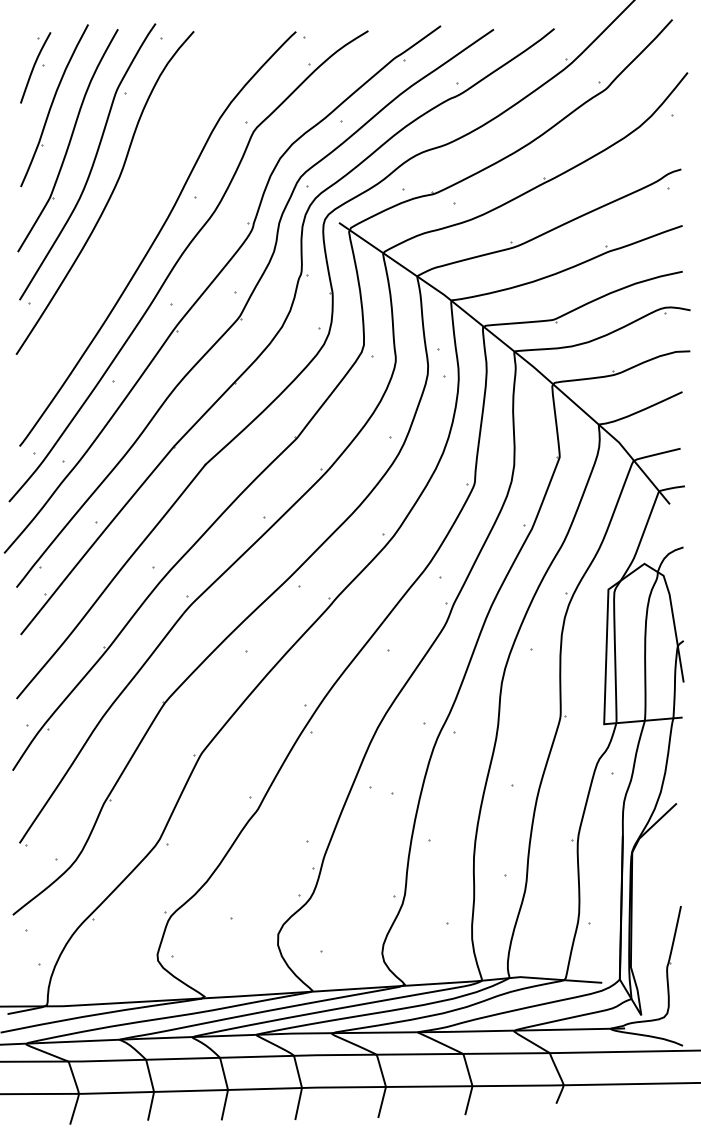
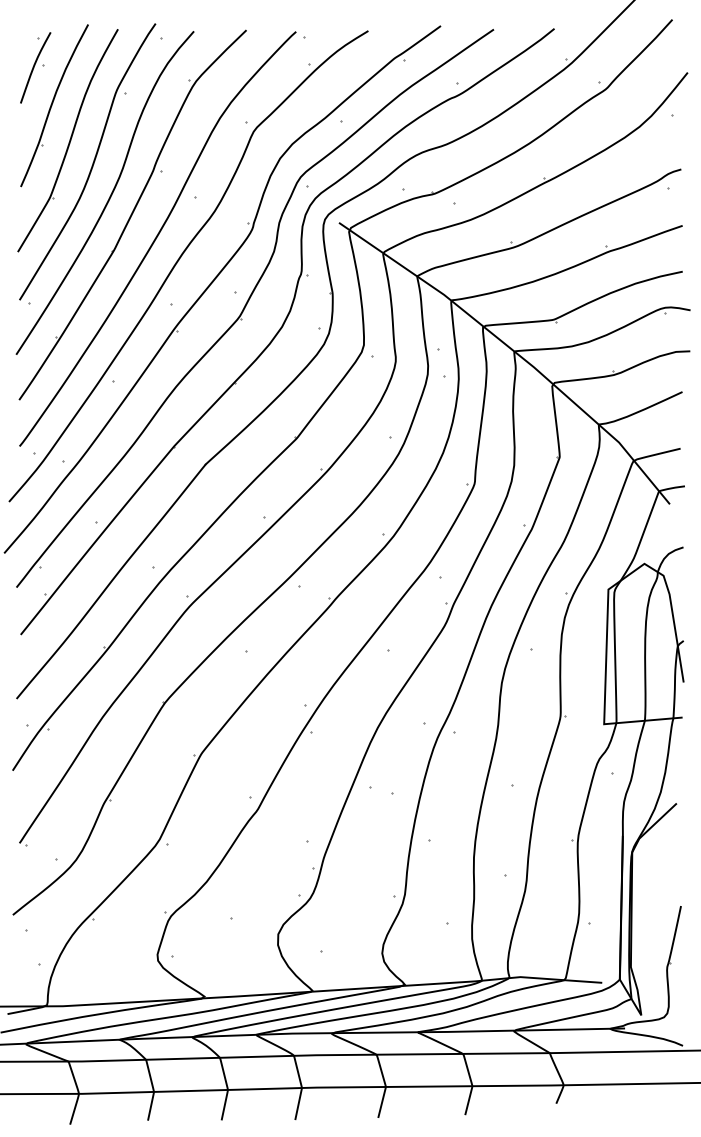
part at (132, 214): none -> present
